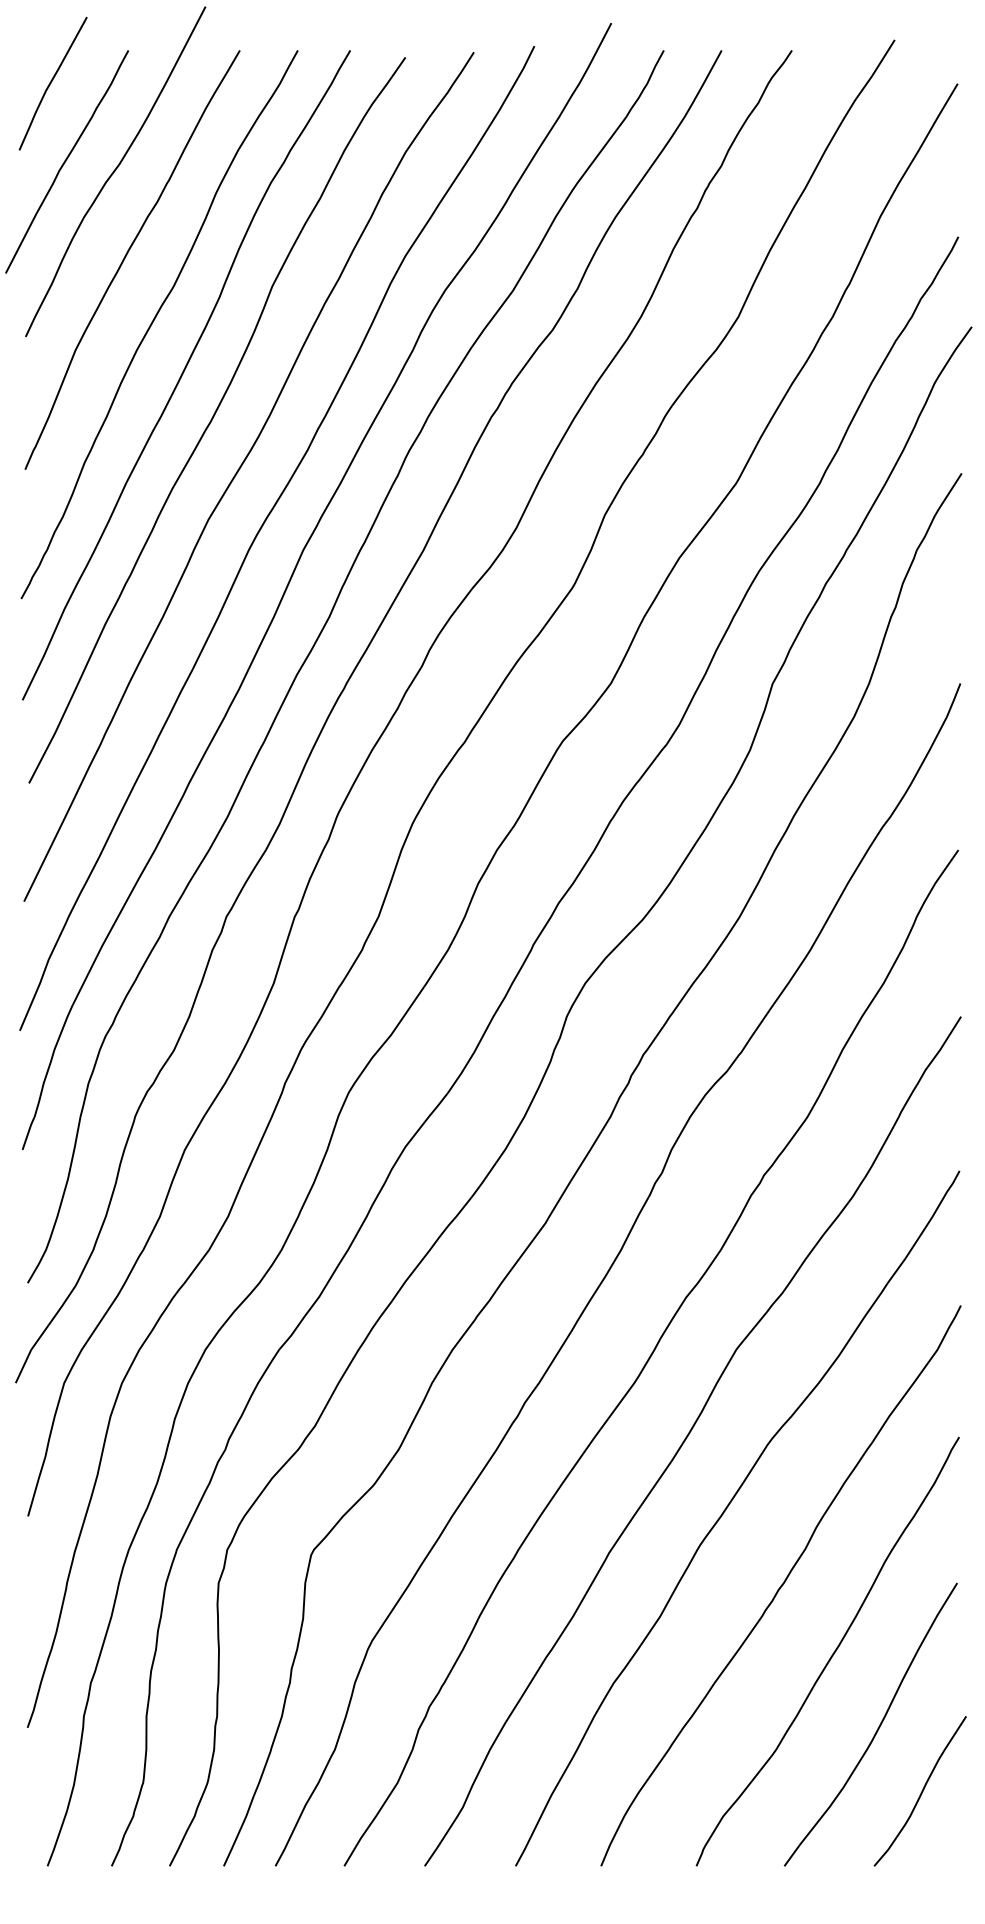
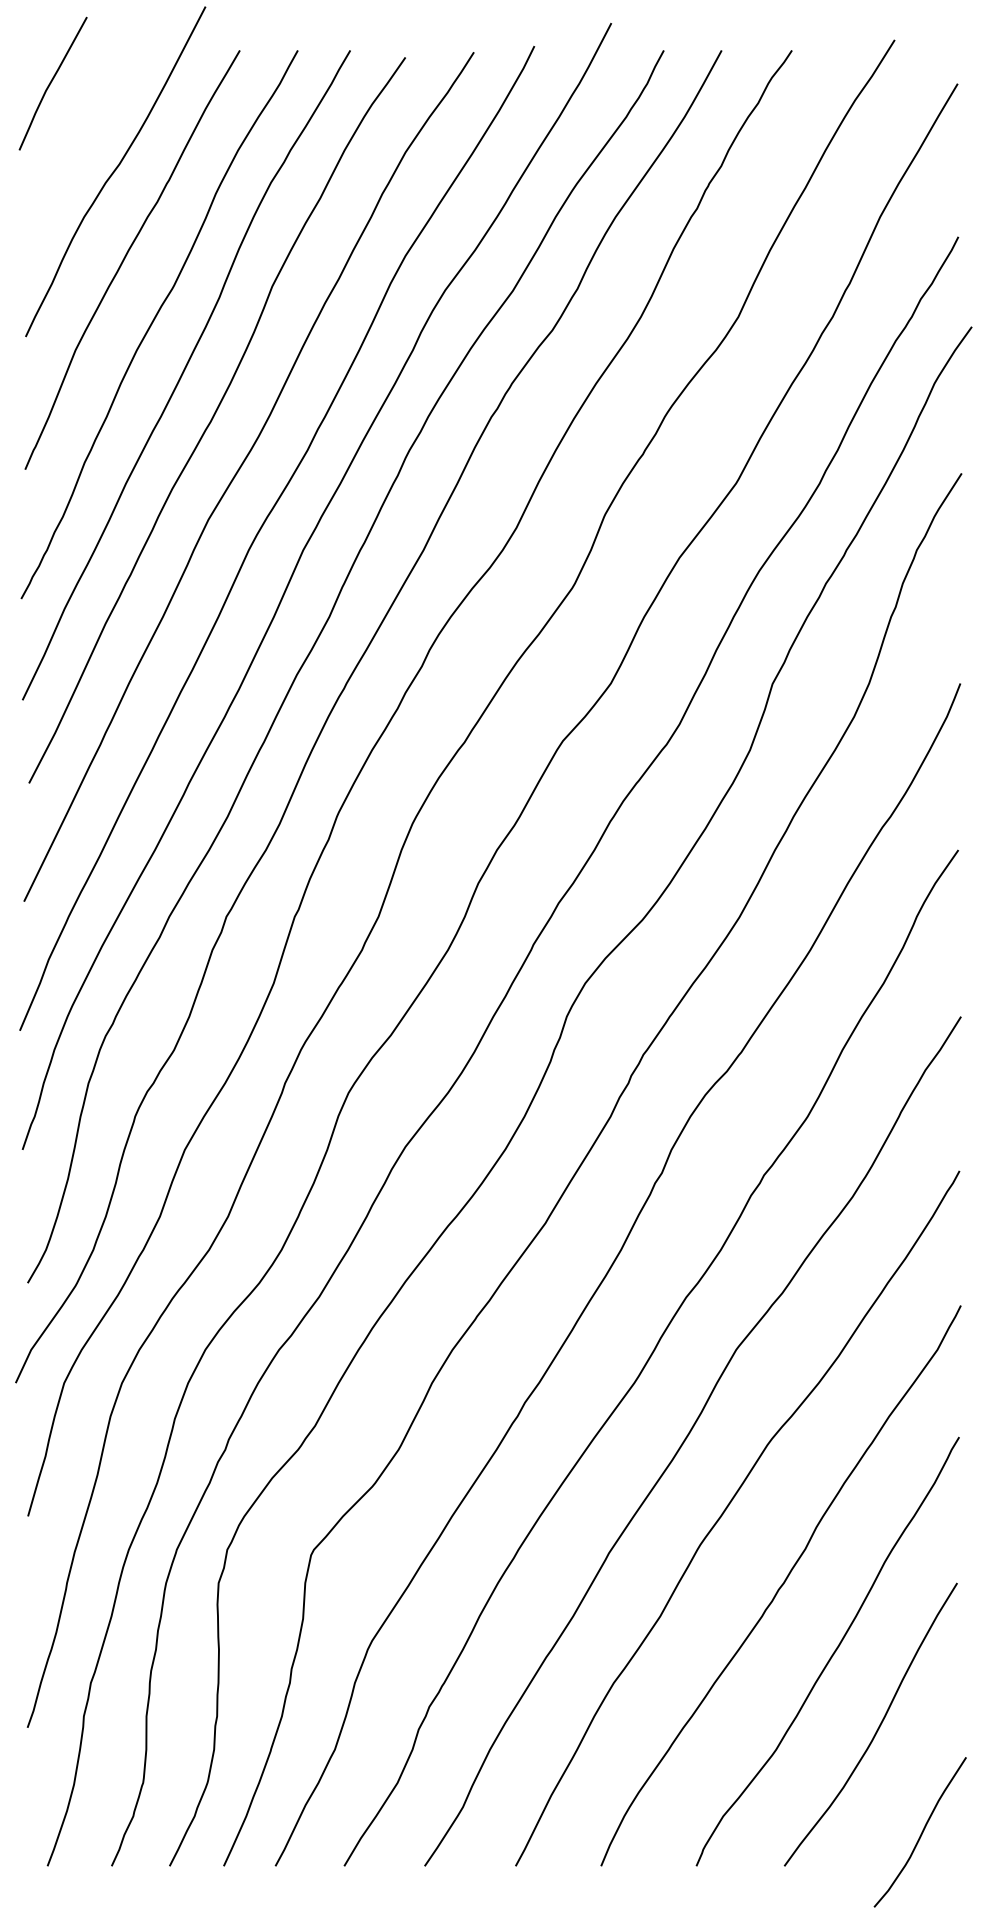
curve at (66, 161): present -> none
curve at (921, 1791) position: (921, 1791) -> (921, 1832)
